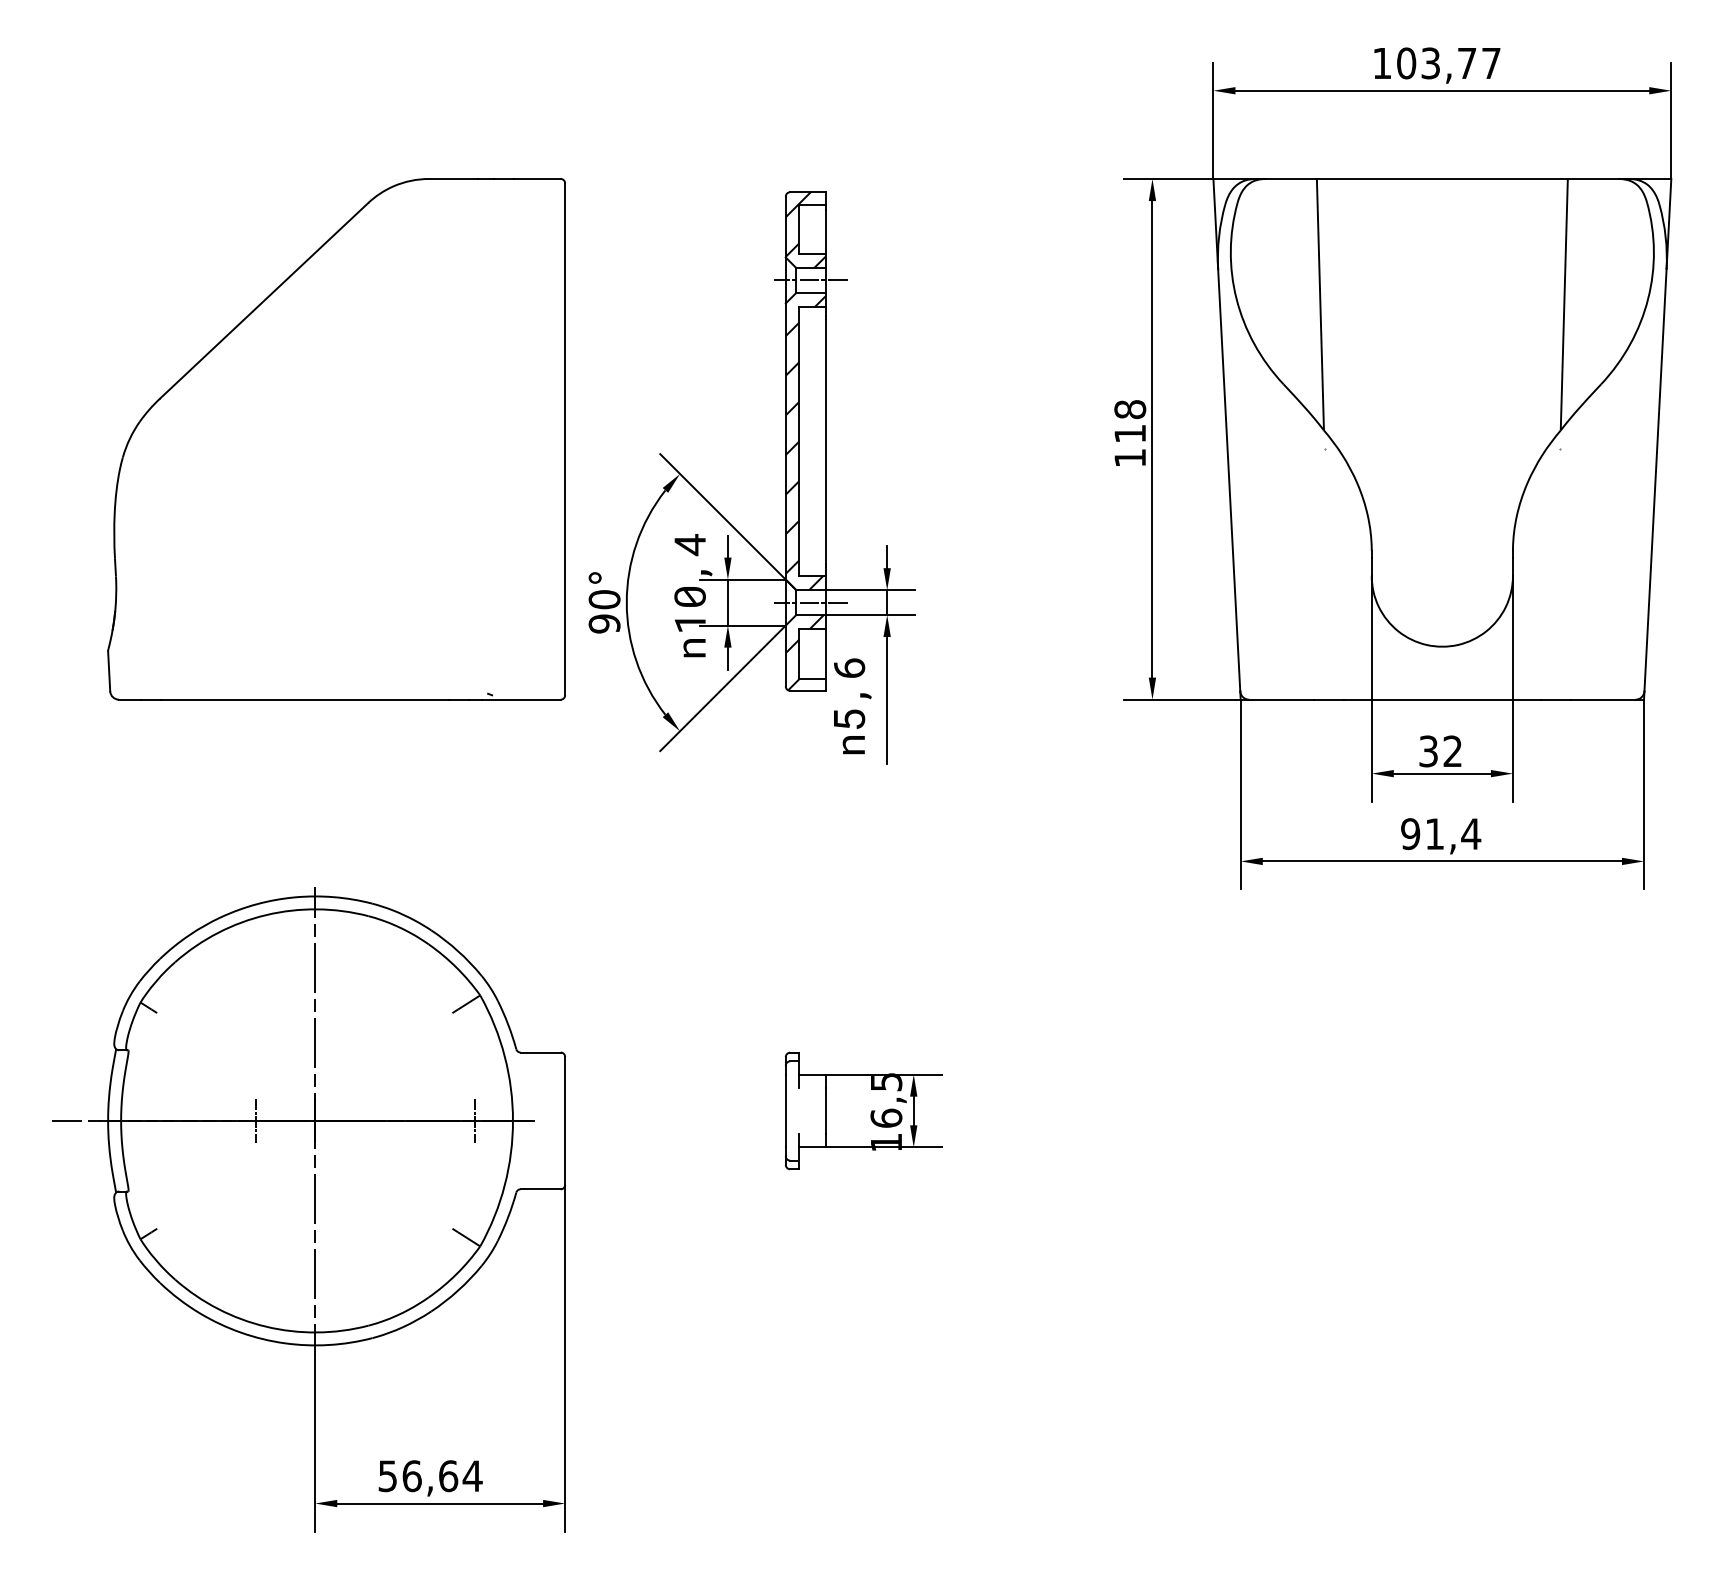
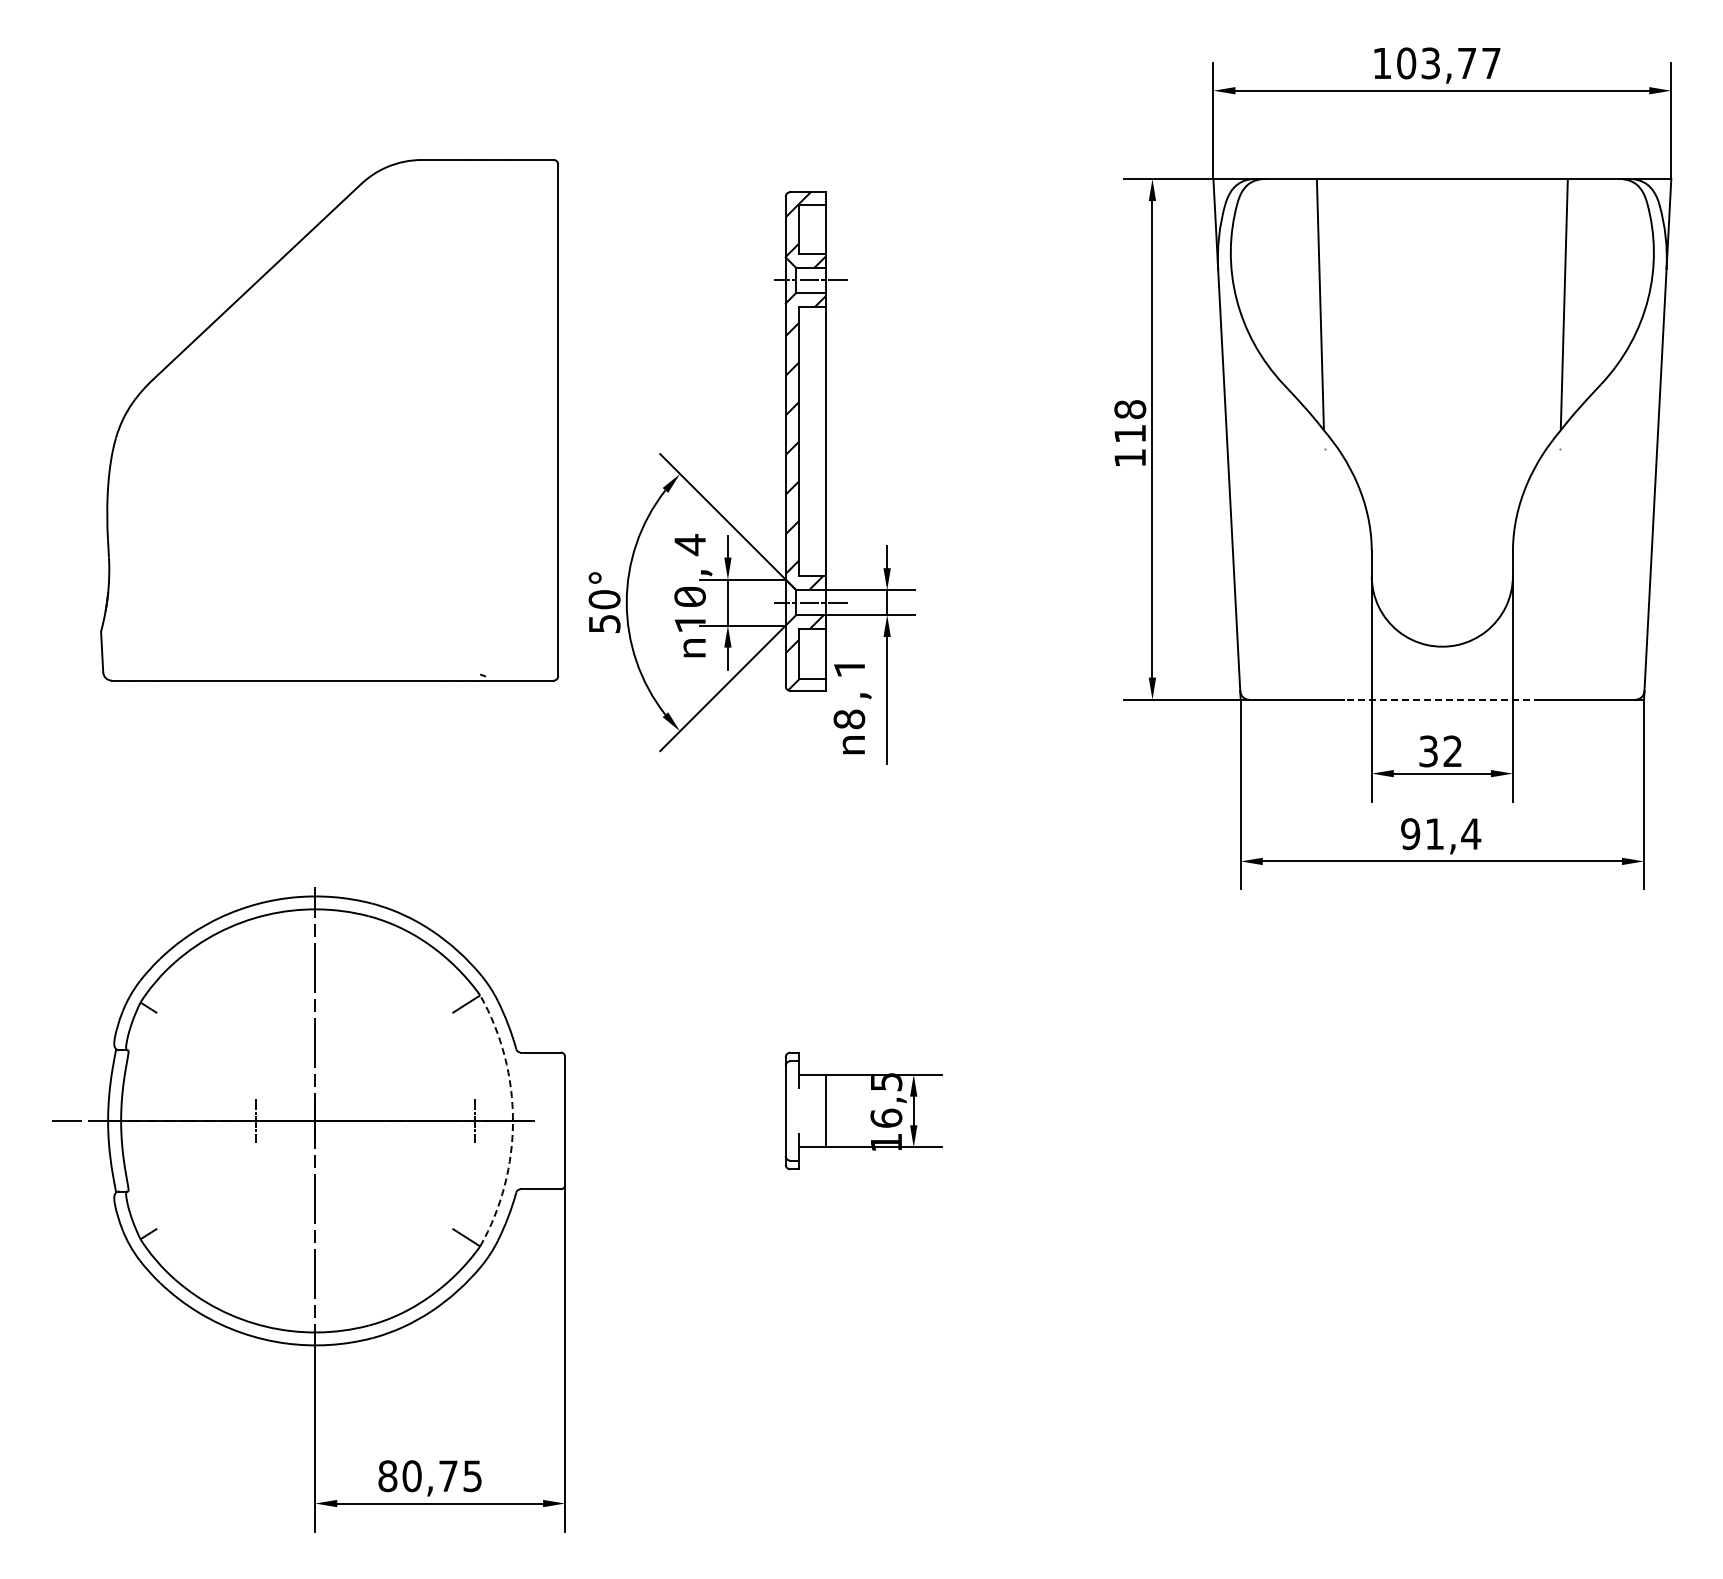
part at (336, 439) position: (336, 439) -> (329, 420)
text at (604, 623): 90° -> 50°
text at (849, 693): 5,6 -> 8,1
line at (1441, 699): solid -> dashed
arc at (513, 1120): solid -> dashed
text at (430, 1476): 56,64 -> 80,75
